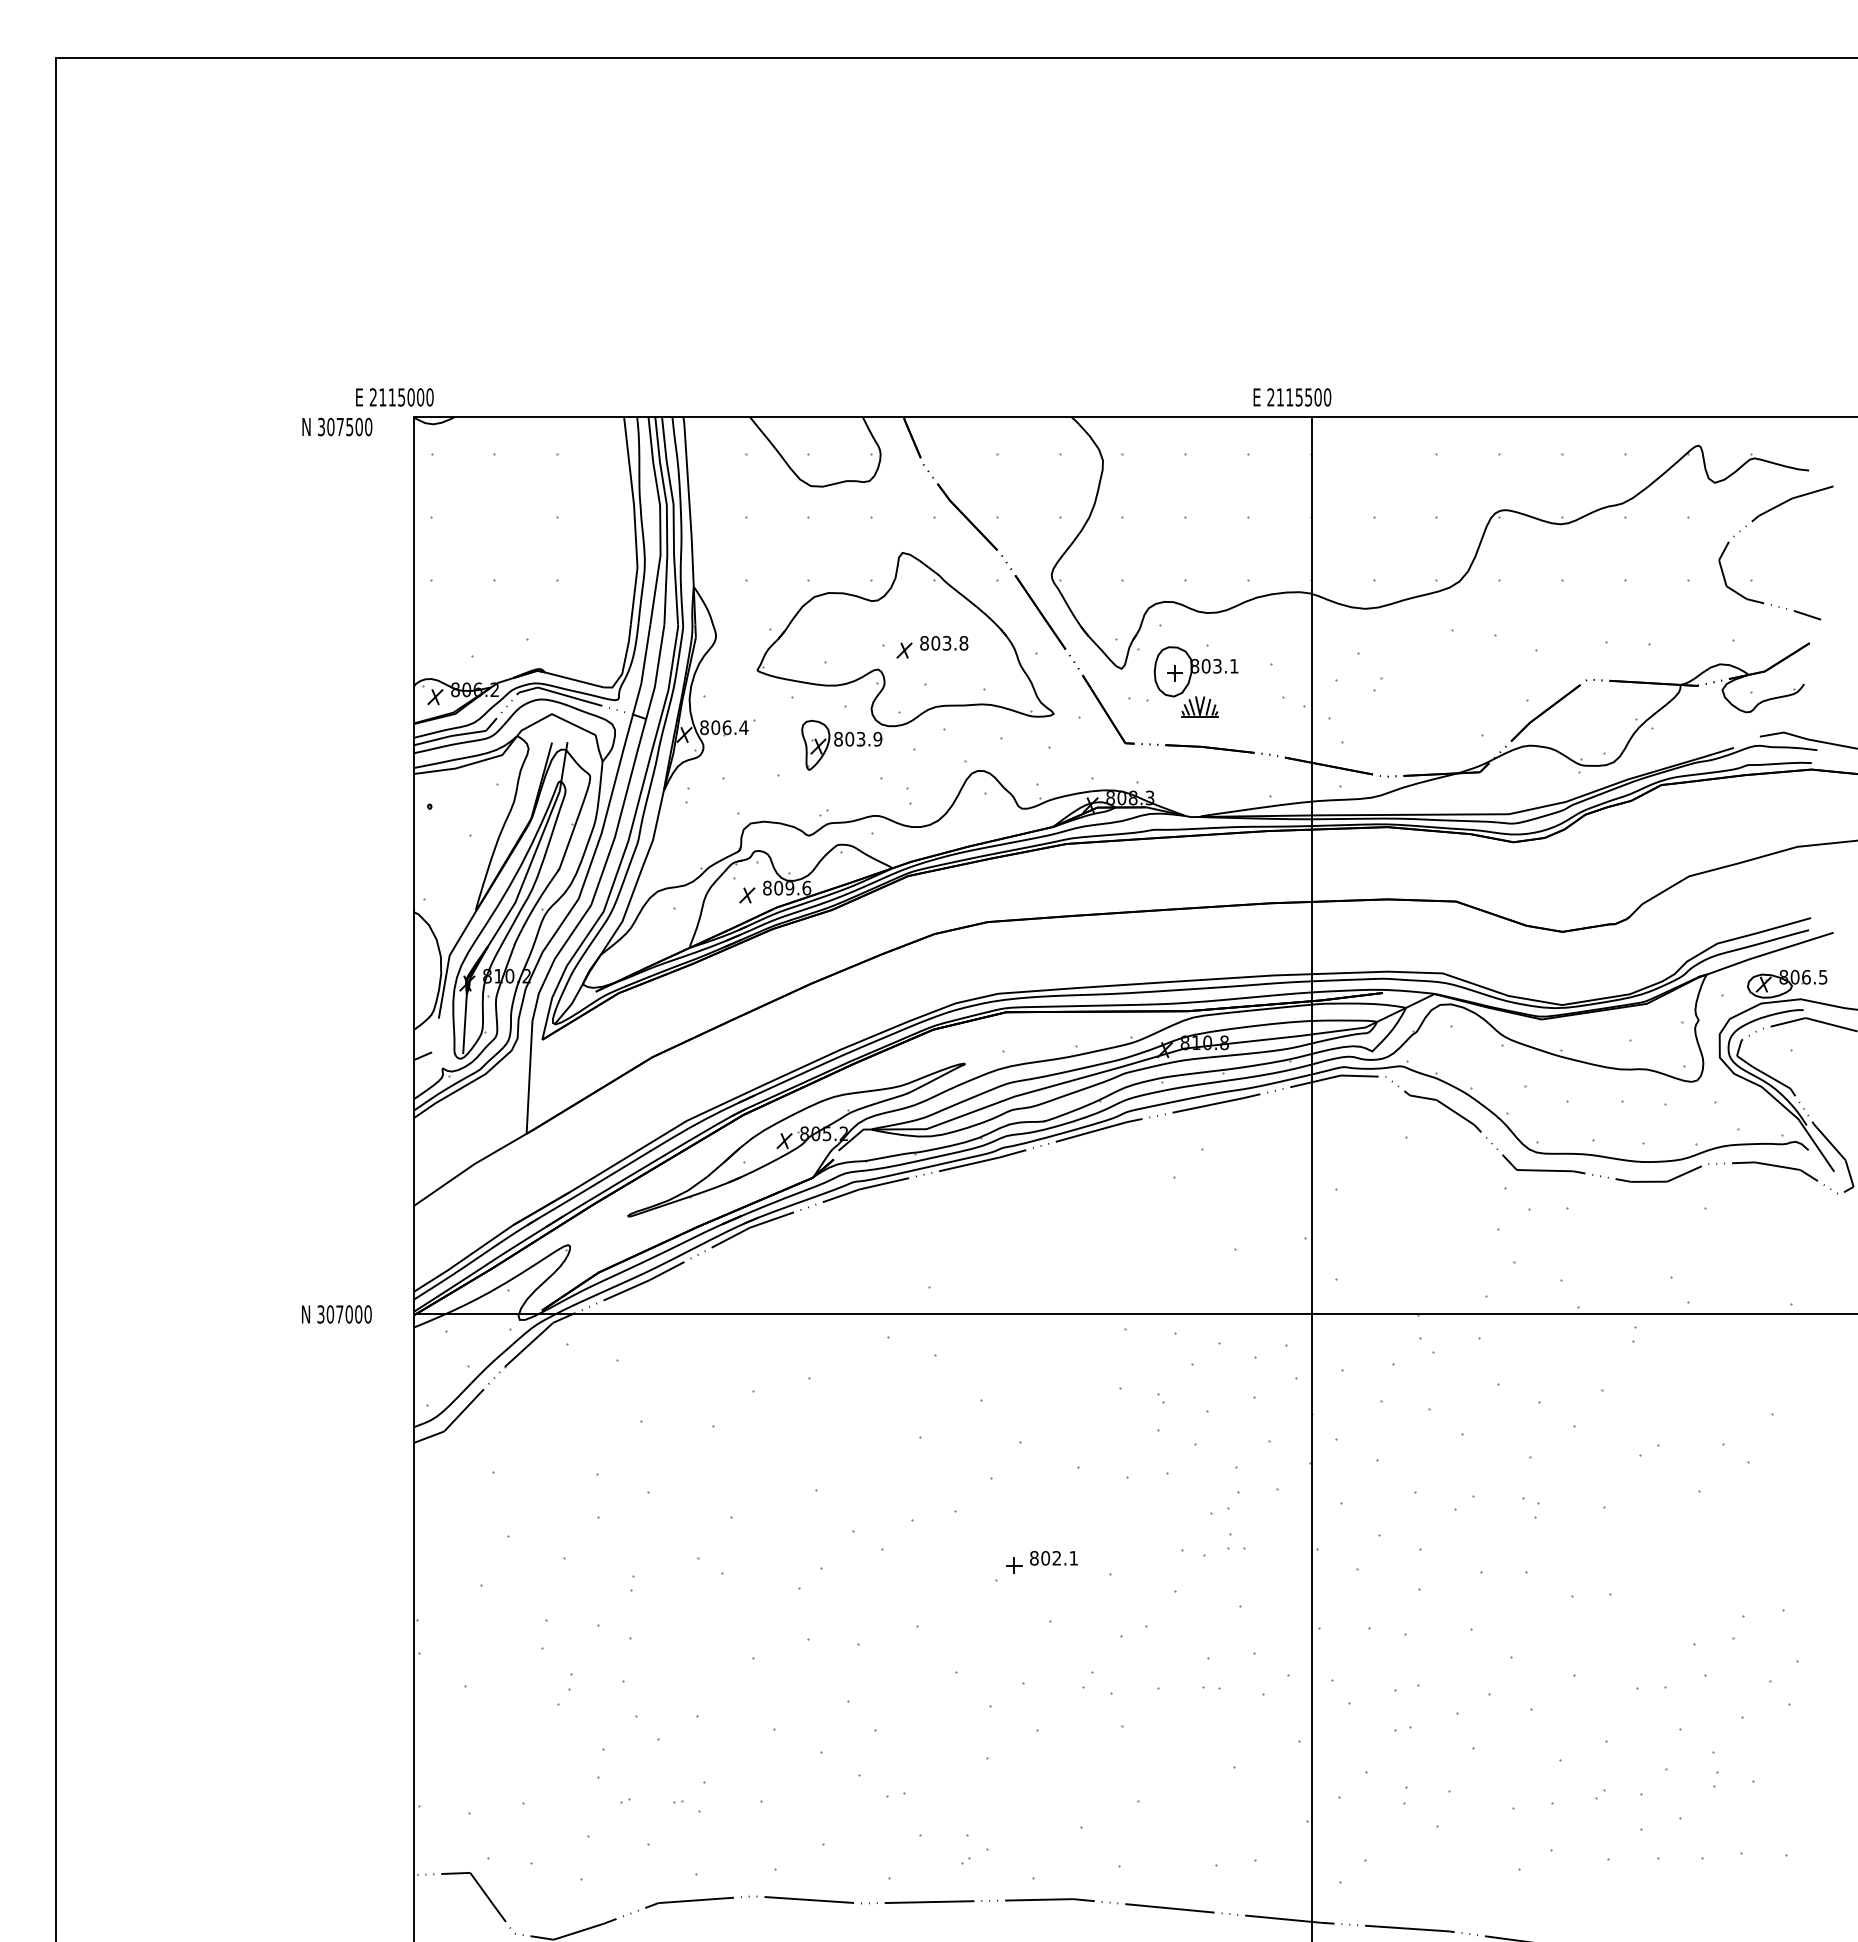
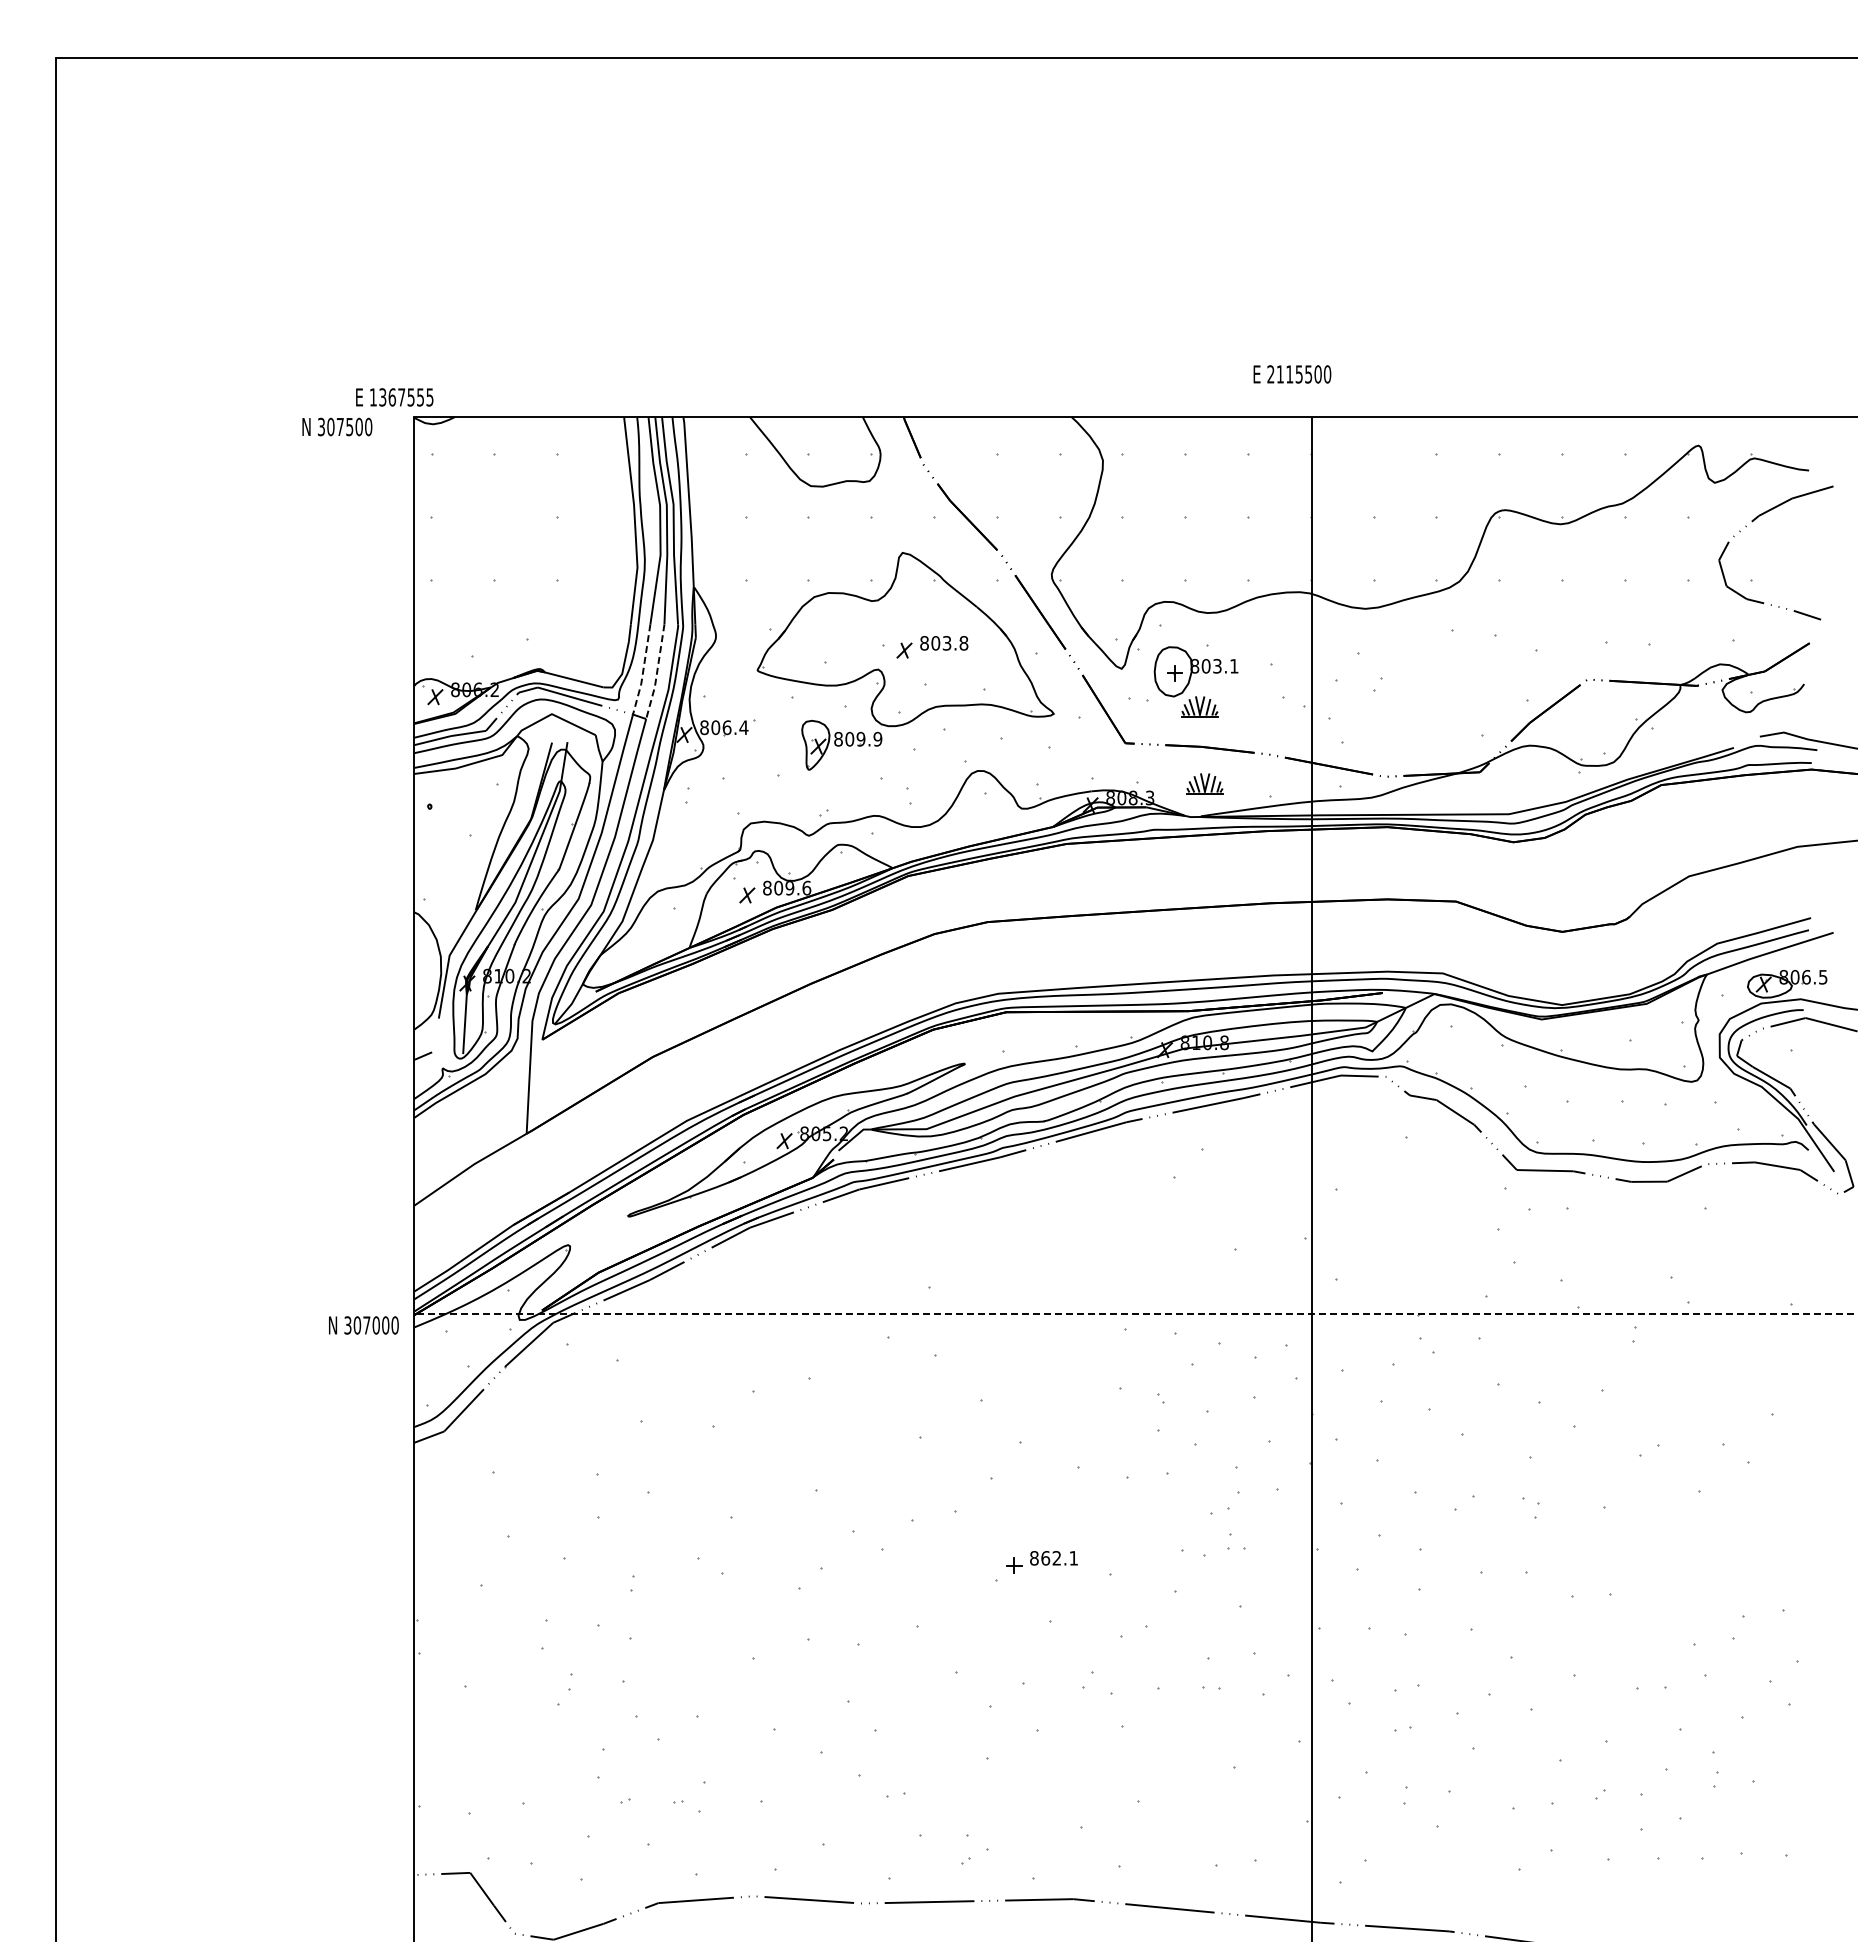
text at (401, 397): 2115000 -> 1367555
text at (1292, 397) position: (1292, 397) -> (1292, 374)
line at (643, 670): solid -> dashed
line at (657, 672): solid -> dashed
text at (860, 739): 803.9 -> 809.9
part at (1204, 783): none -> present
text at (336, 1314) position: (336, 1314) -> (363, 1325)
line at (1135, 1314): solid -> dashed
text at (1045, 1558): 802.1 -> 862.1
